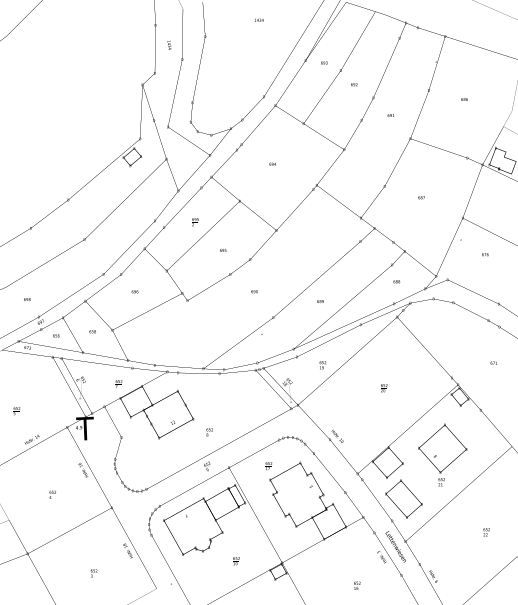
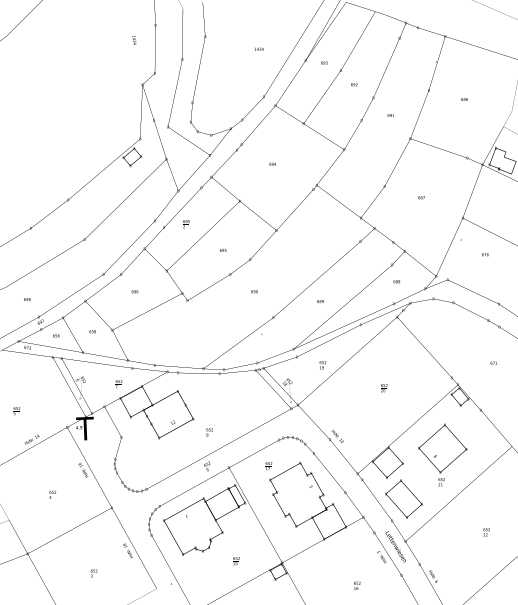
text at (259, 19) position: (259, 19) -> (259, 48)
text at (169, 44) position: (169, 44) -> (134, 39)
text at (195, 222) position: (195, 222) -> (186, 224)
